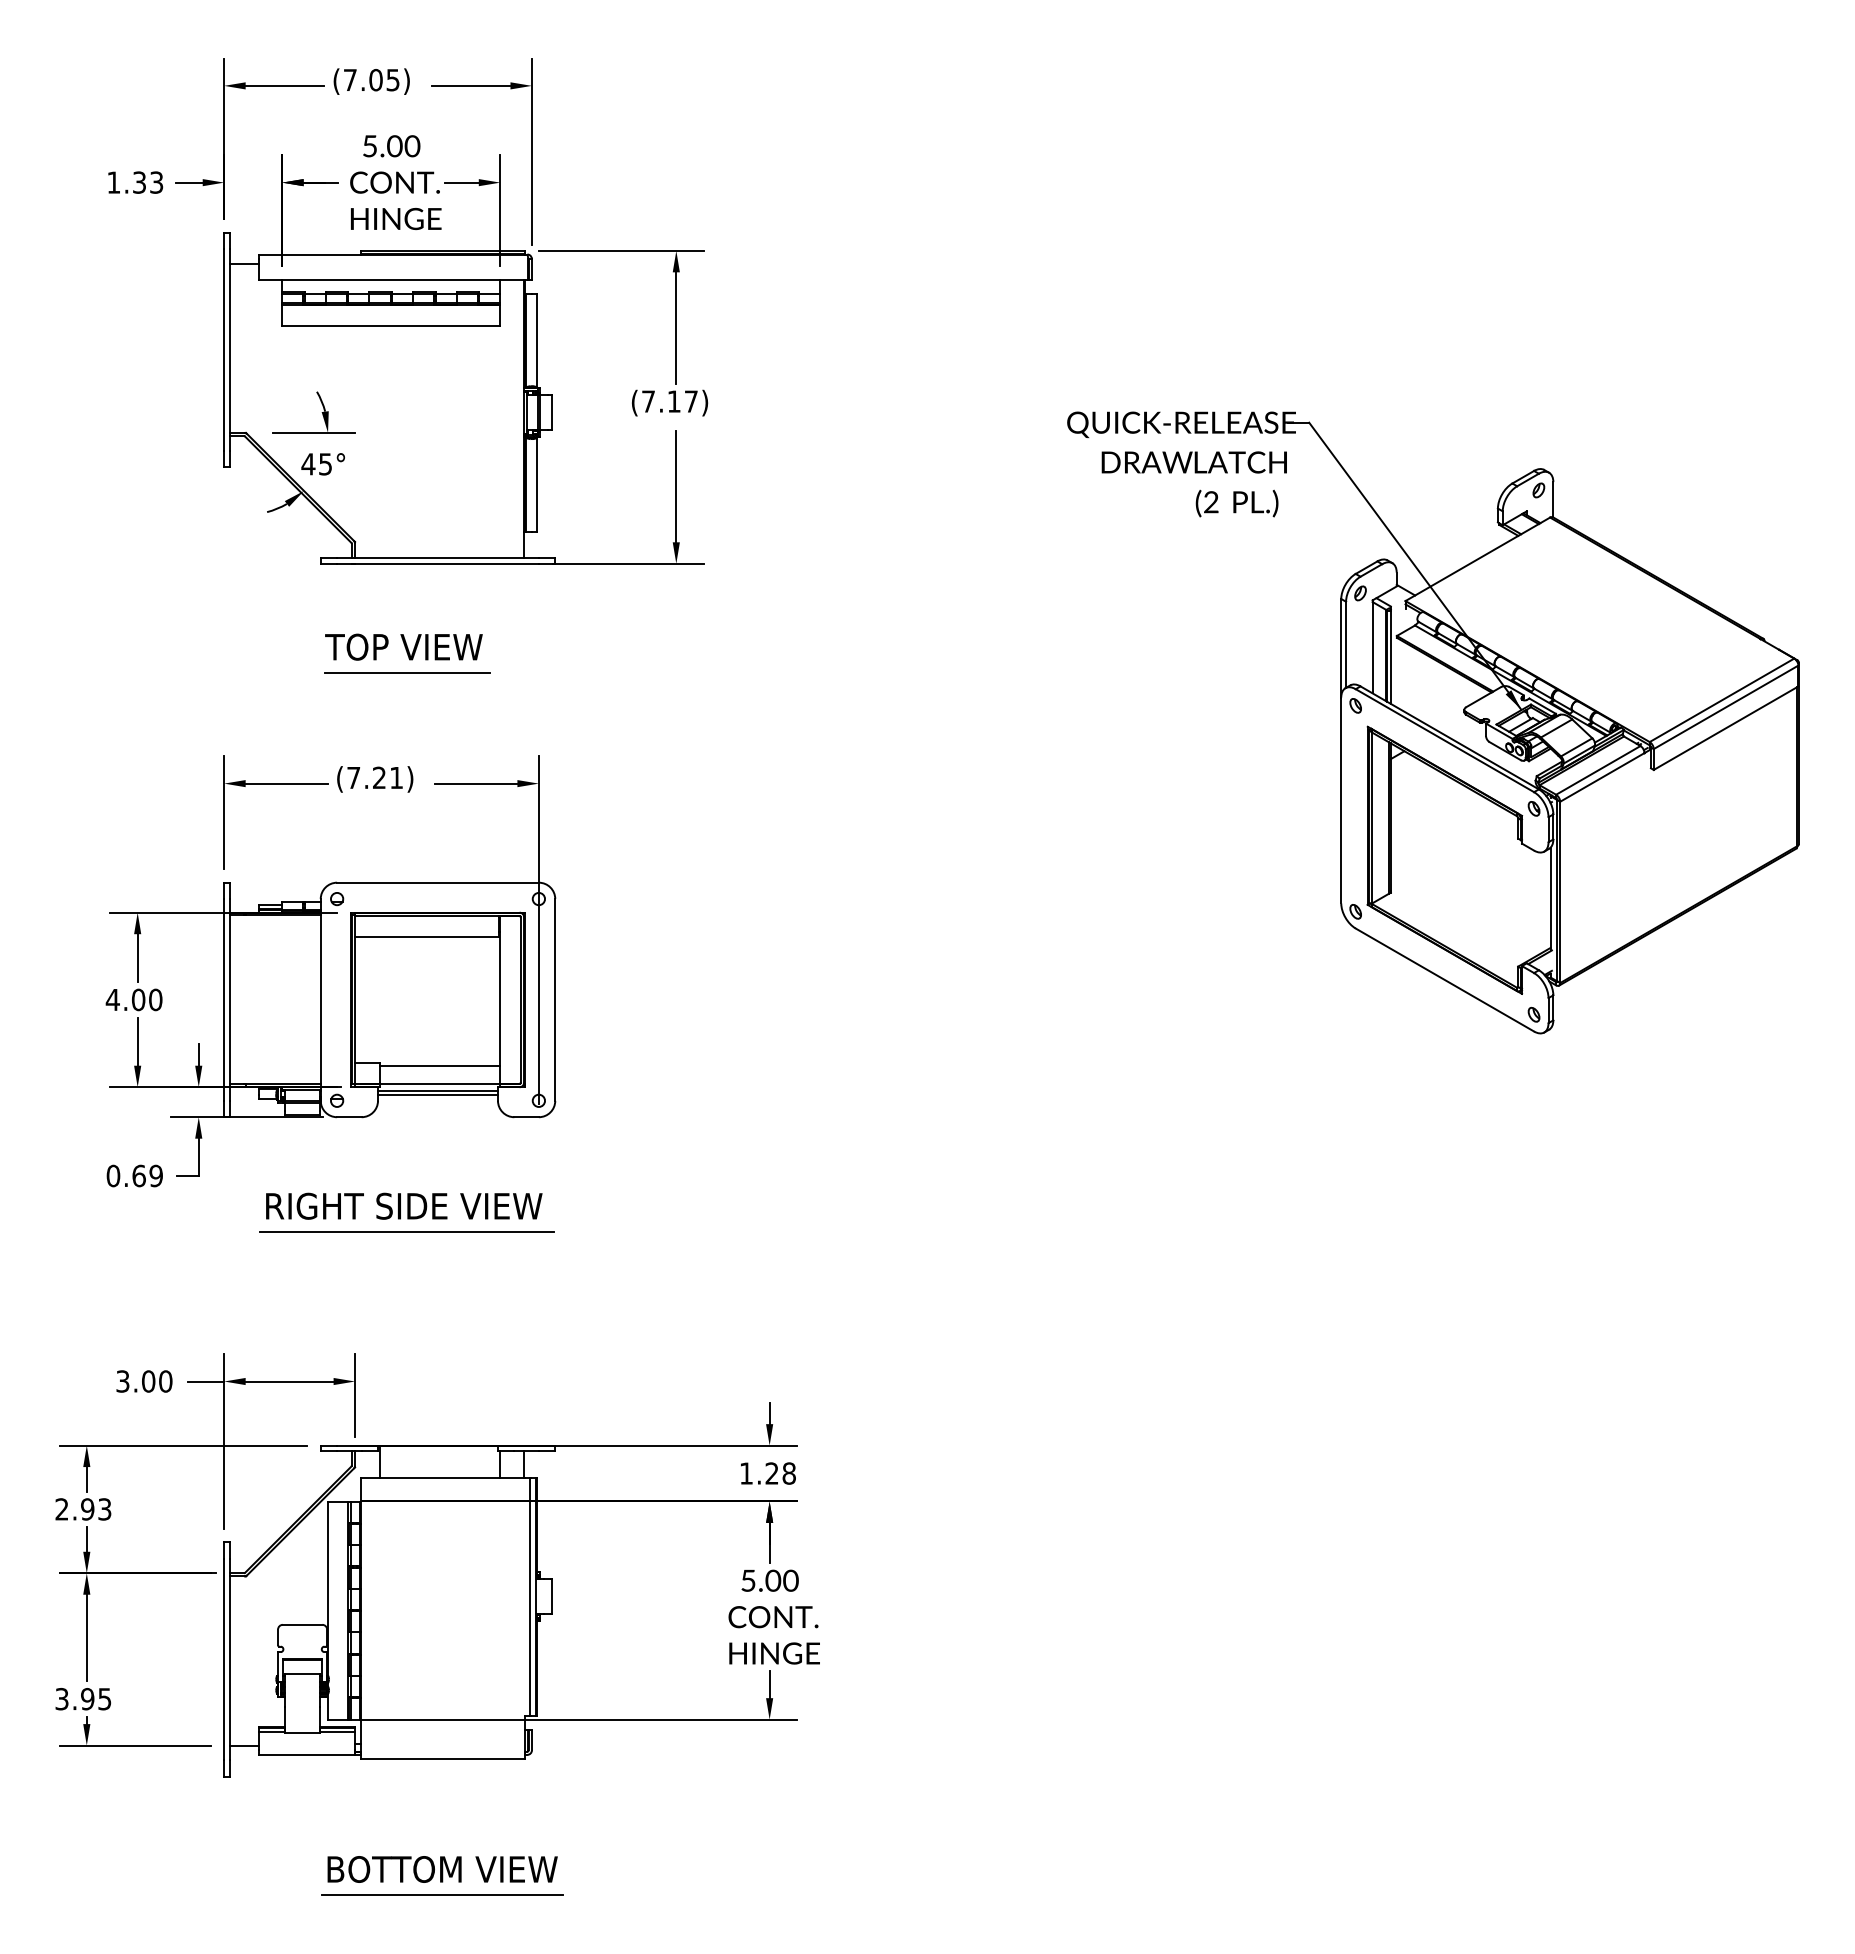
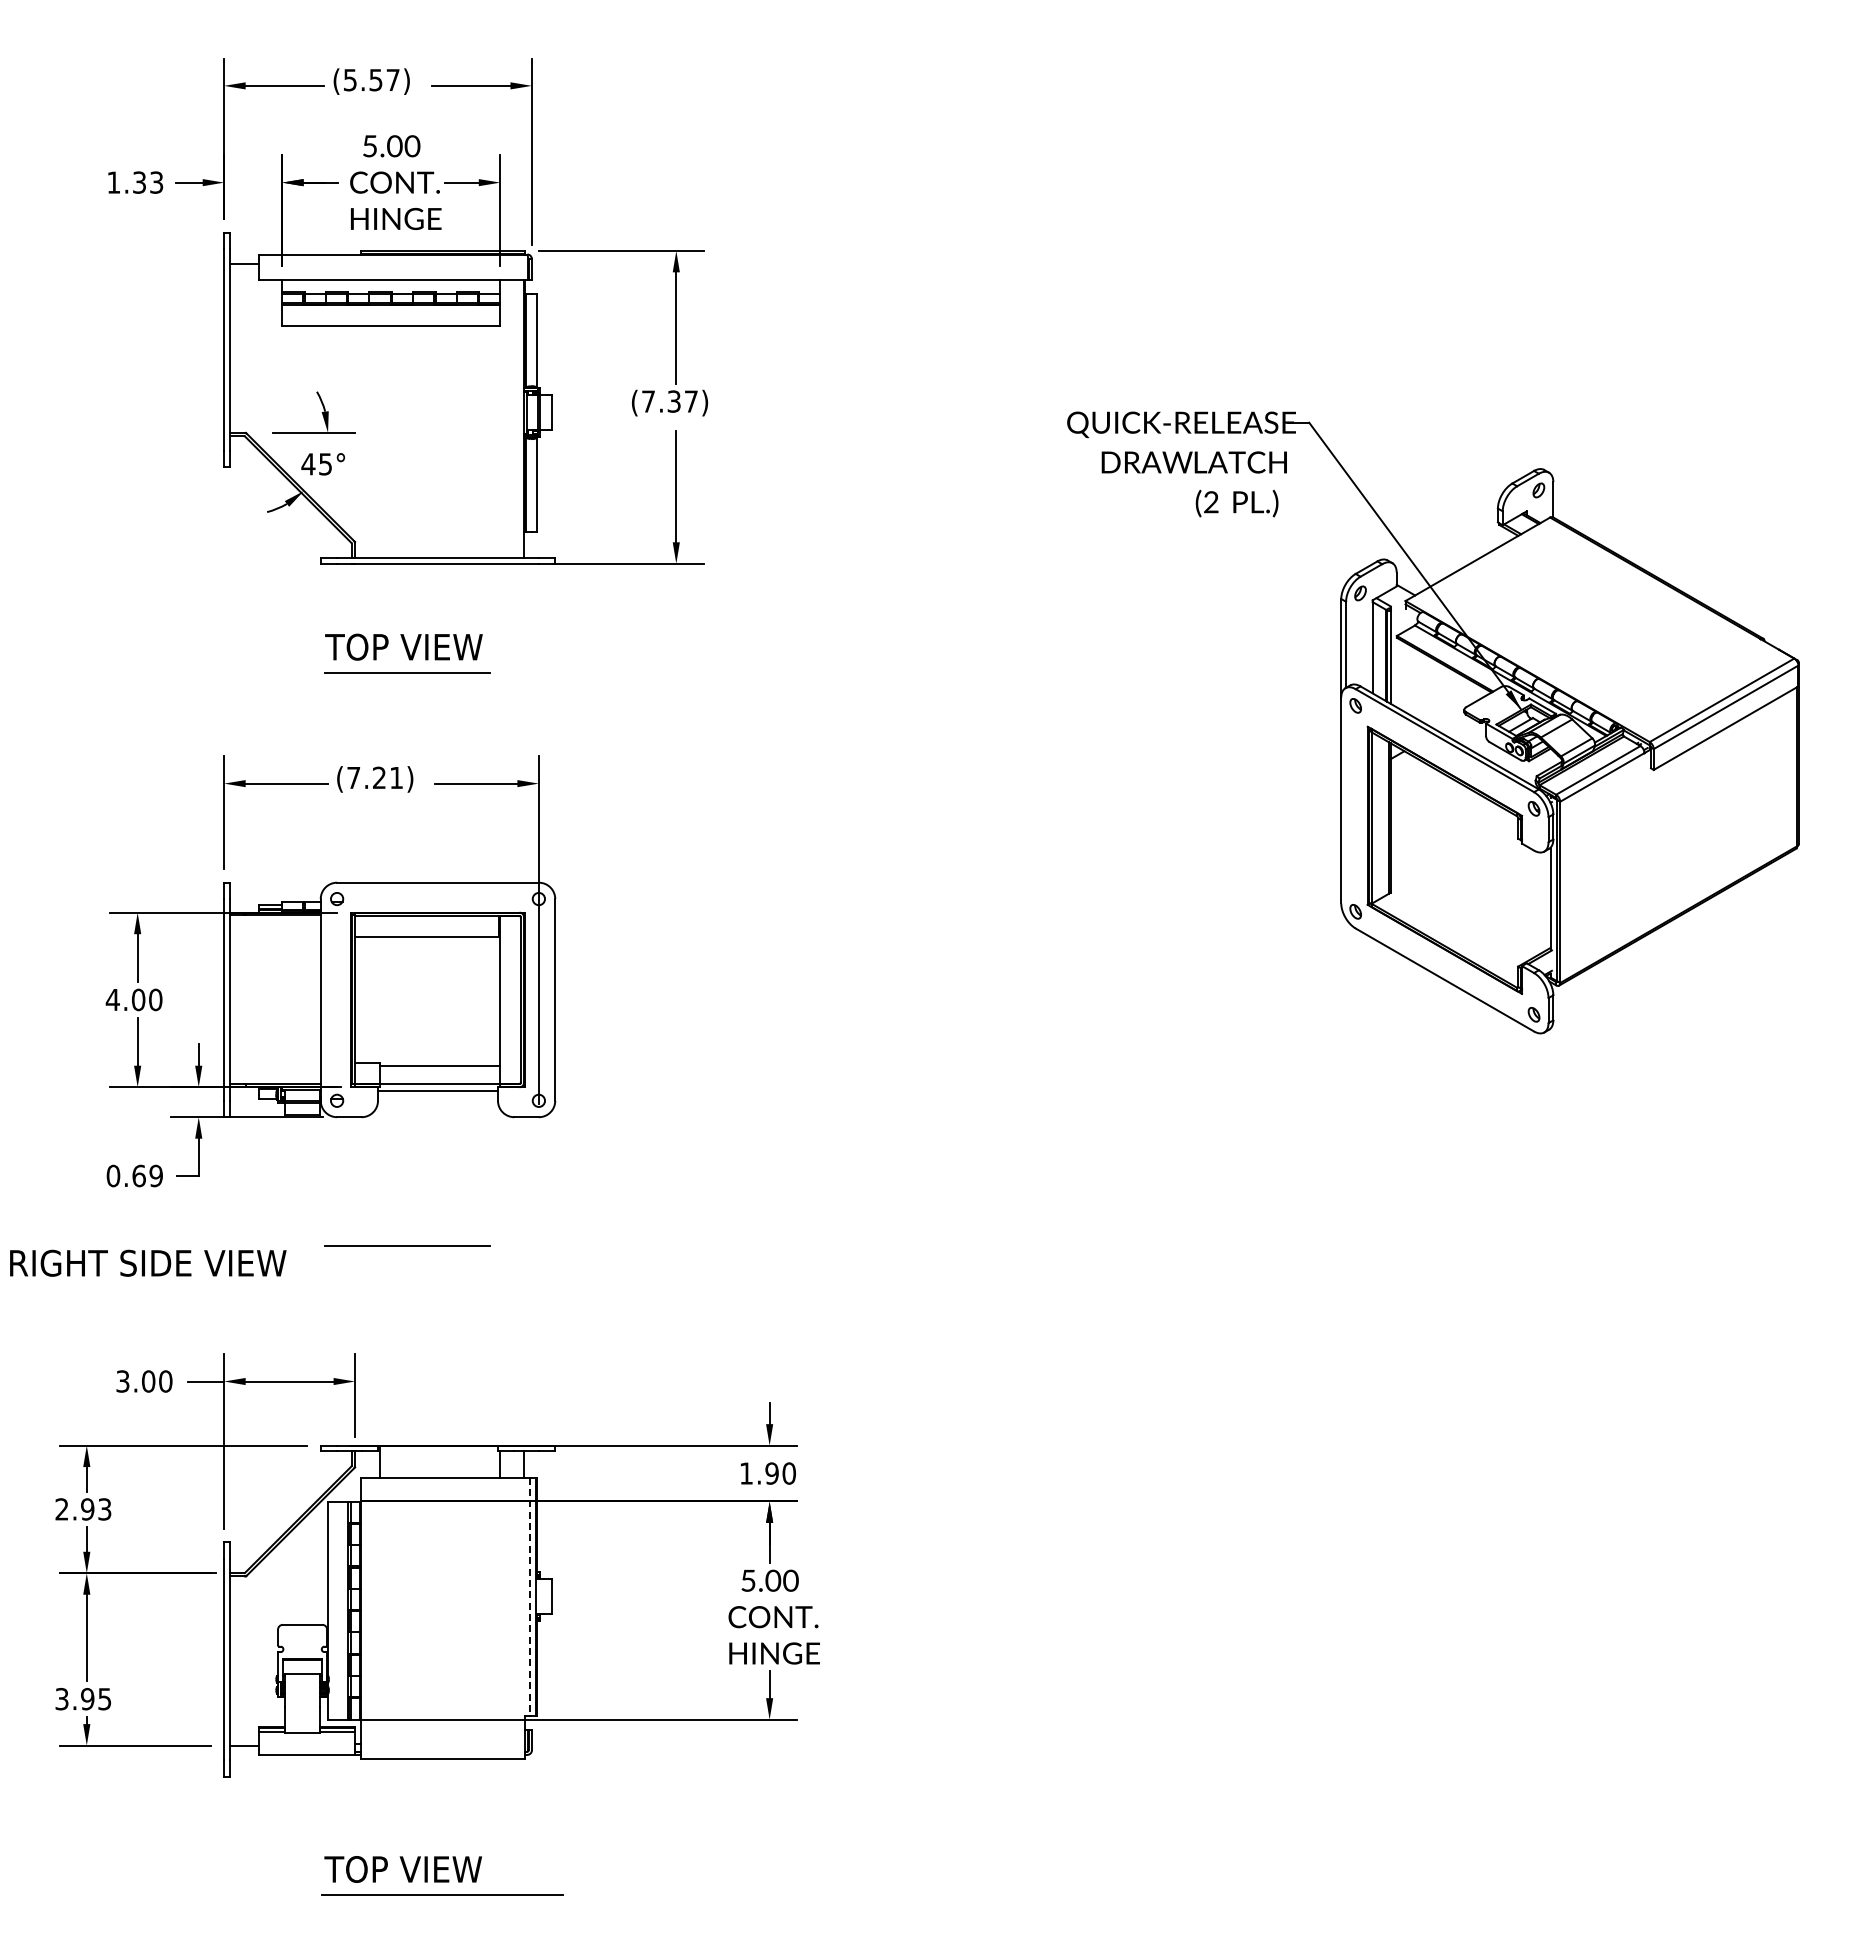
text at (371, 80): (7.05) -> (5.57)
text at (673, 401): (7.17) -> (7.37)
line at (438, 1094): present -> none
text at (404, 1205) position: (404, 1205) -> (148, 1262)
line at (406, 1232): present -> none
line at (407, 1245): none -> present
text at (780, 1473): 1.28 -> 1.90
line at (529, 1597): solid -> dashed
text at (440, 1869): BOTTOM VIEW -> TOP VIEW
